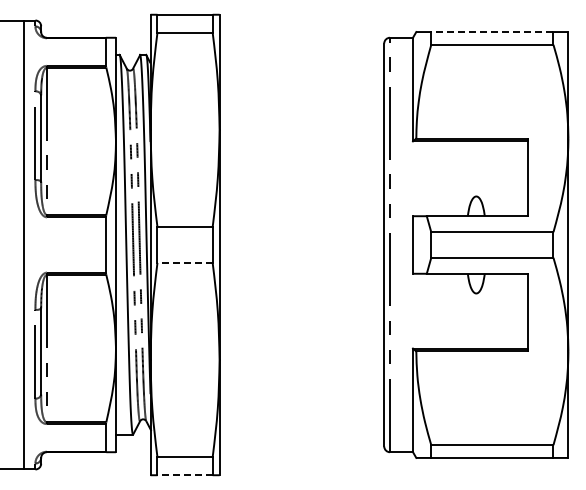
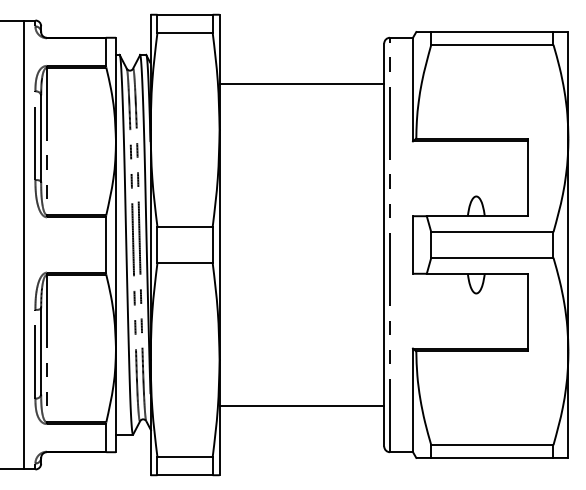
line at (491, 32): dashed -> solid
line at (301, 83): none -> present
line at (185, 262): dashed -> solid
line at (301, 406): none -> present
line at (185, 475): dashed -> solid
